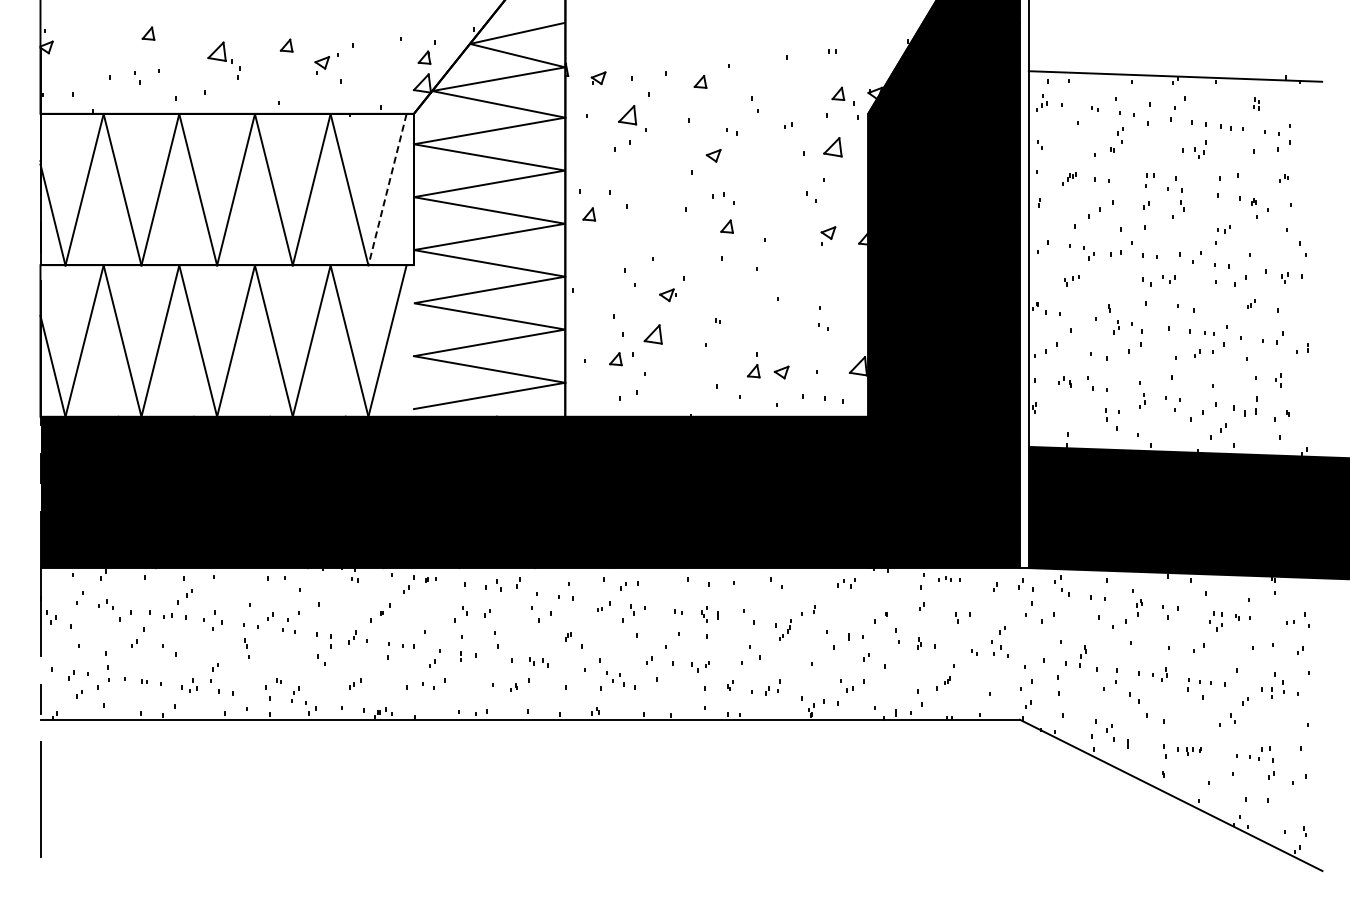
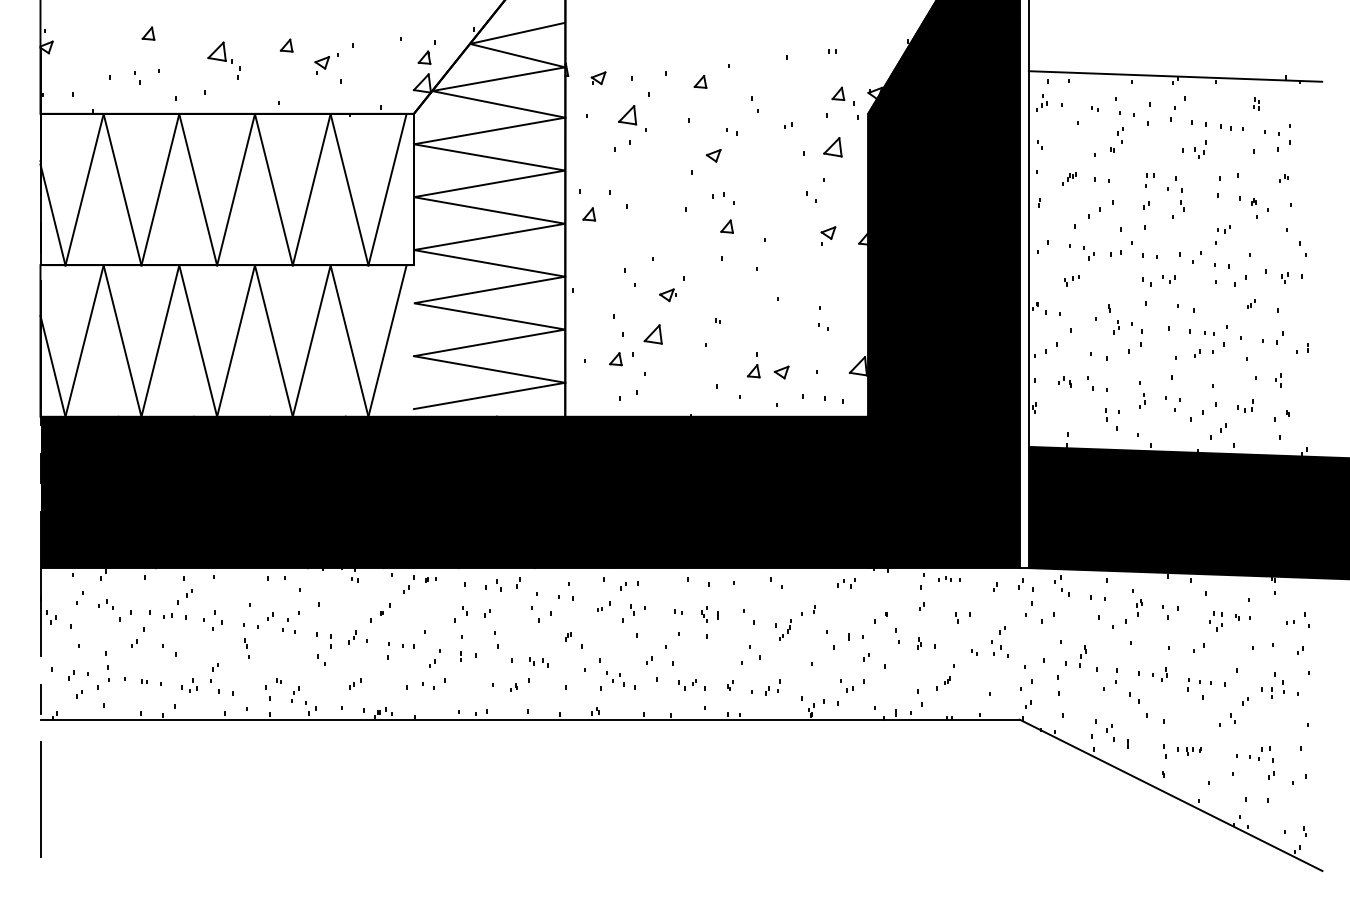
line at (387, 190): dashed -> solid
part at (1245, 406) size: 25x21 px -> 17x14 px
part at (700, 666) position: (700, 666) -> (687, 684)
